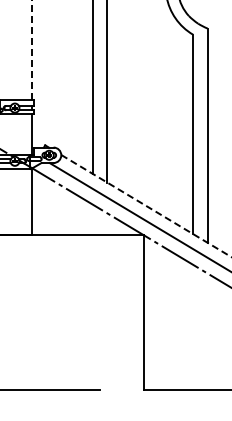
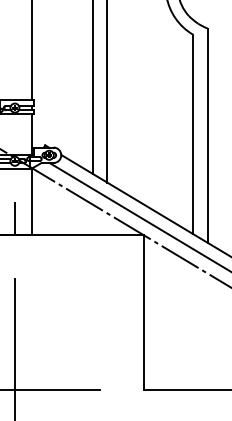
line at (32, 50): dashed -> solid
line at (146, 206): dashed -> solid
line at (14, 218): none -> present
line at (14, 347): none -> present
